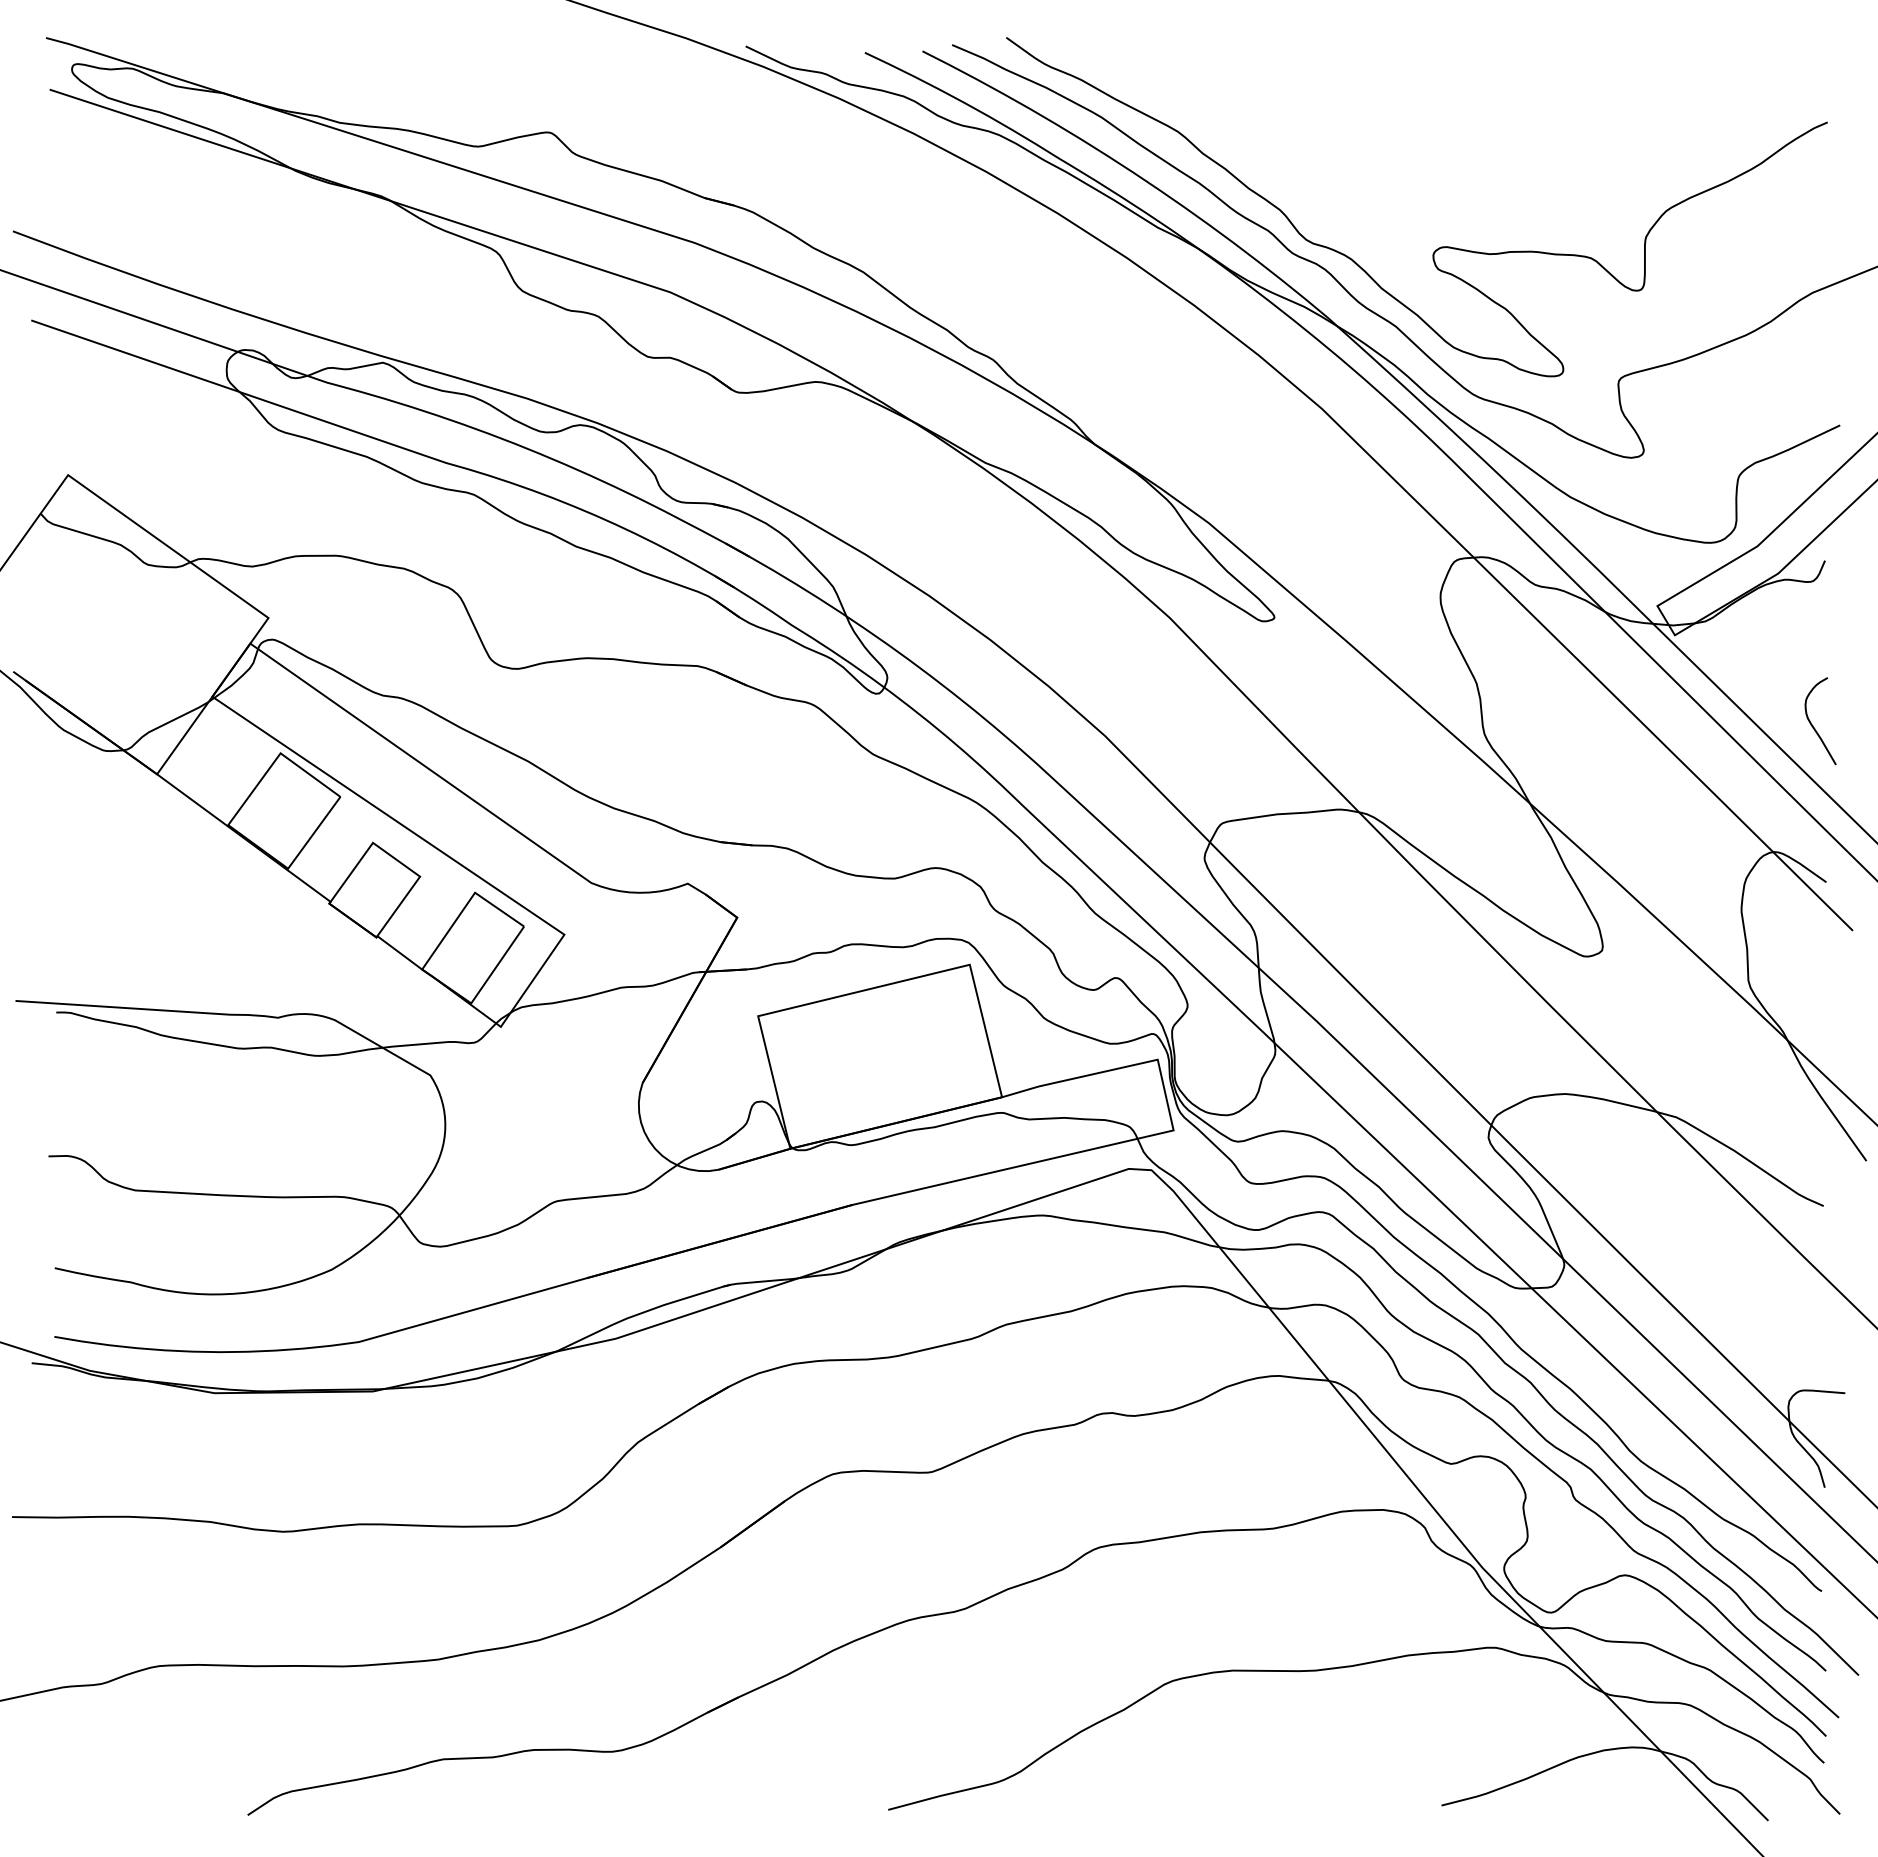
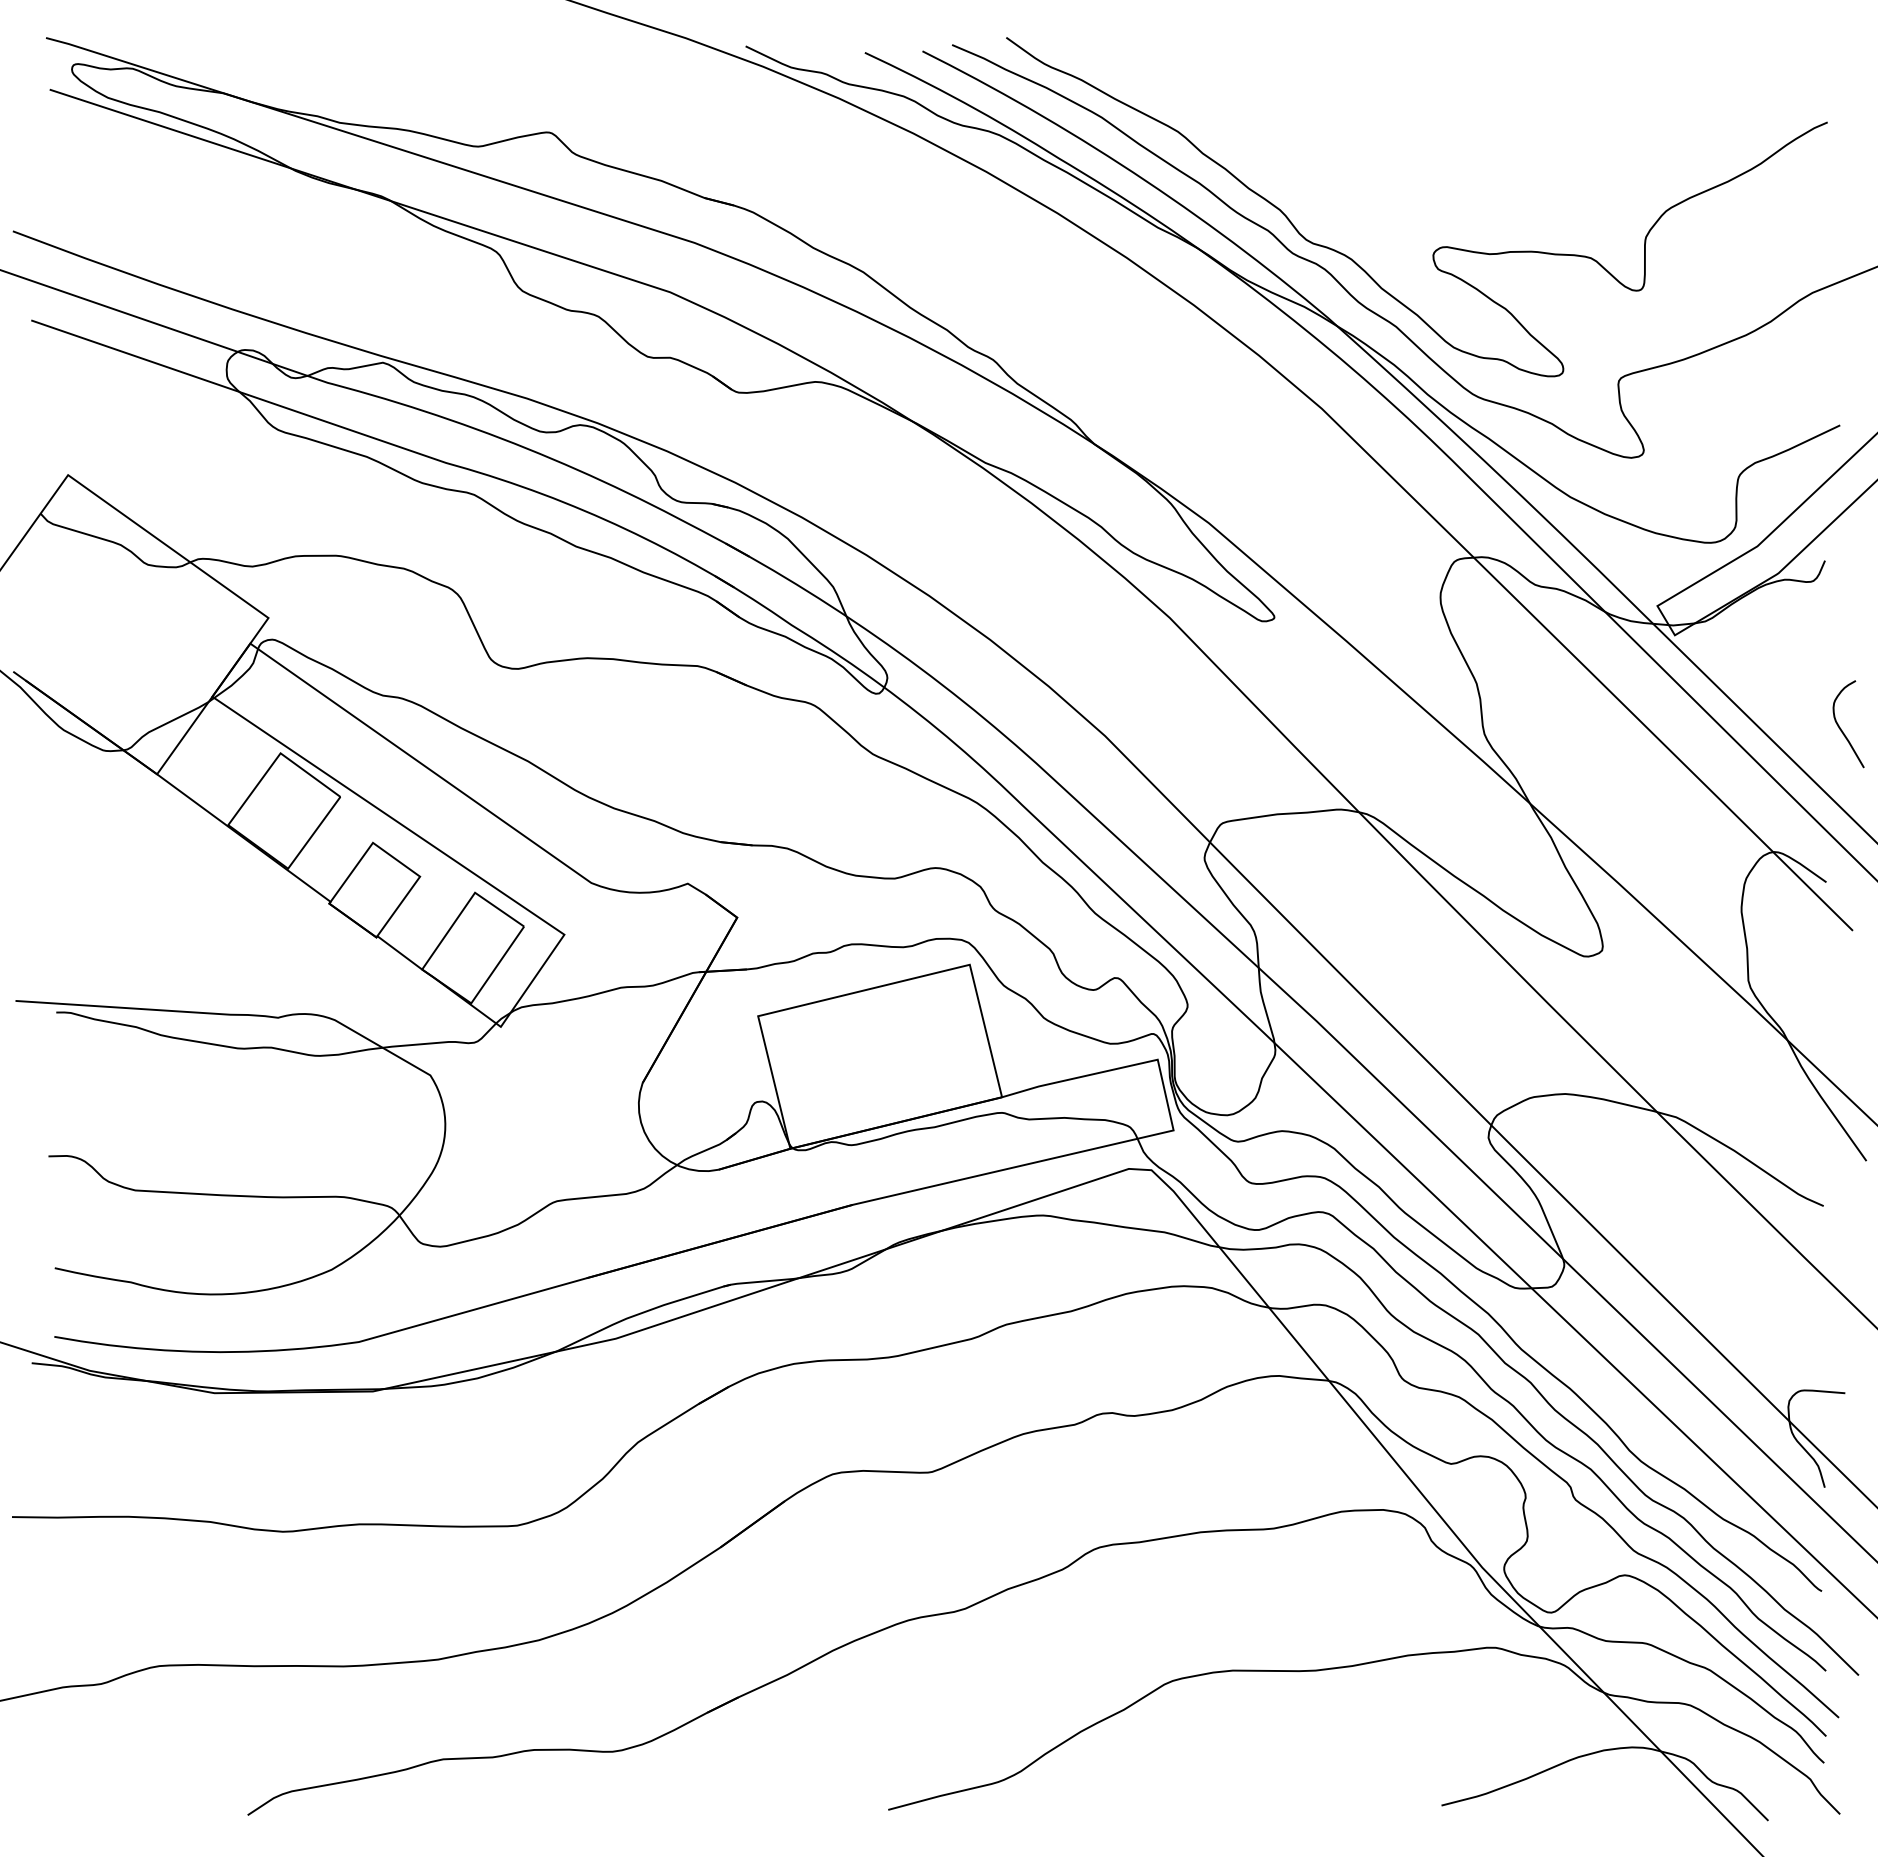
curve at (1813, 725) position: (1813, 725) -> (1841, 728)
